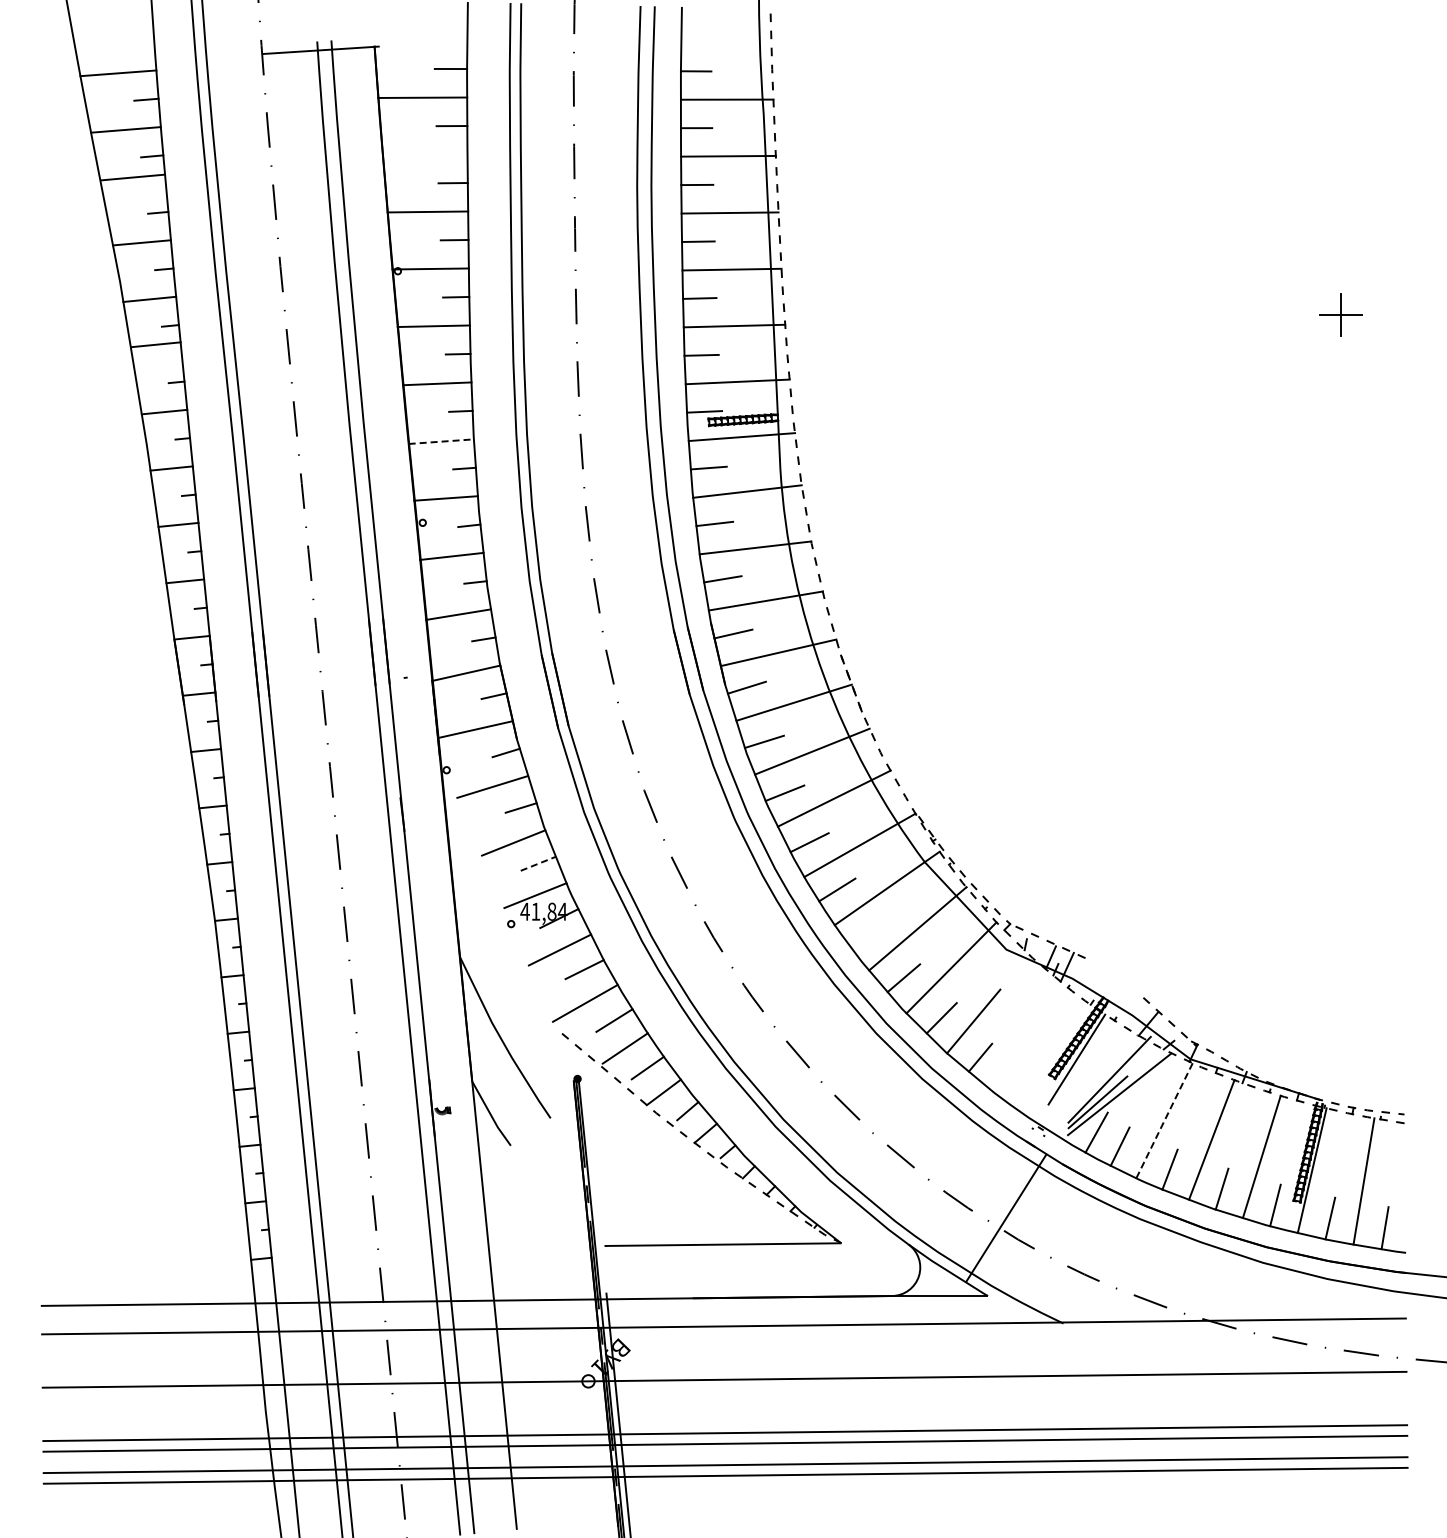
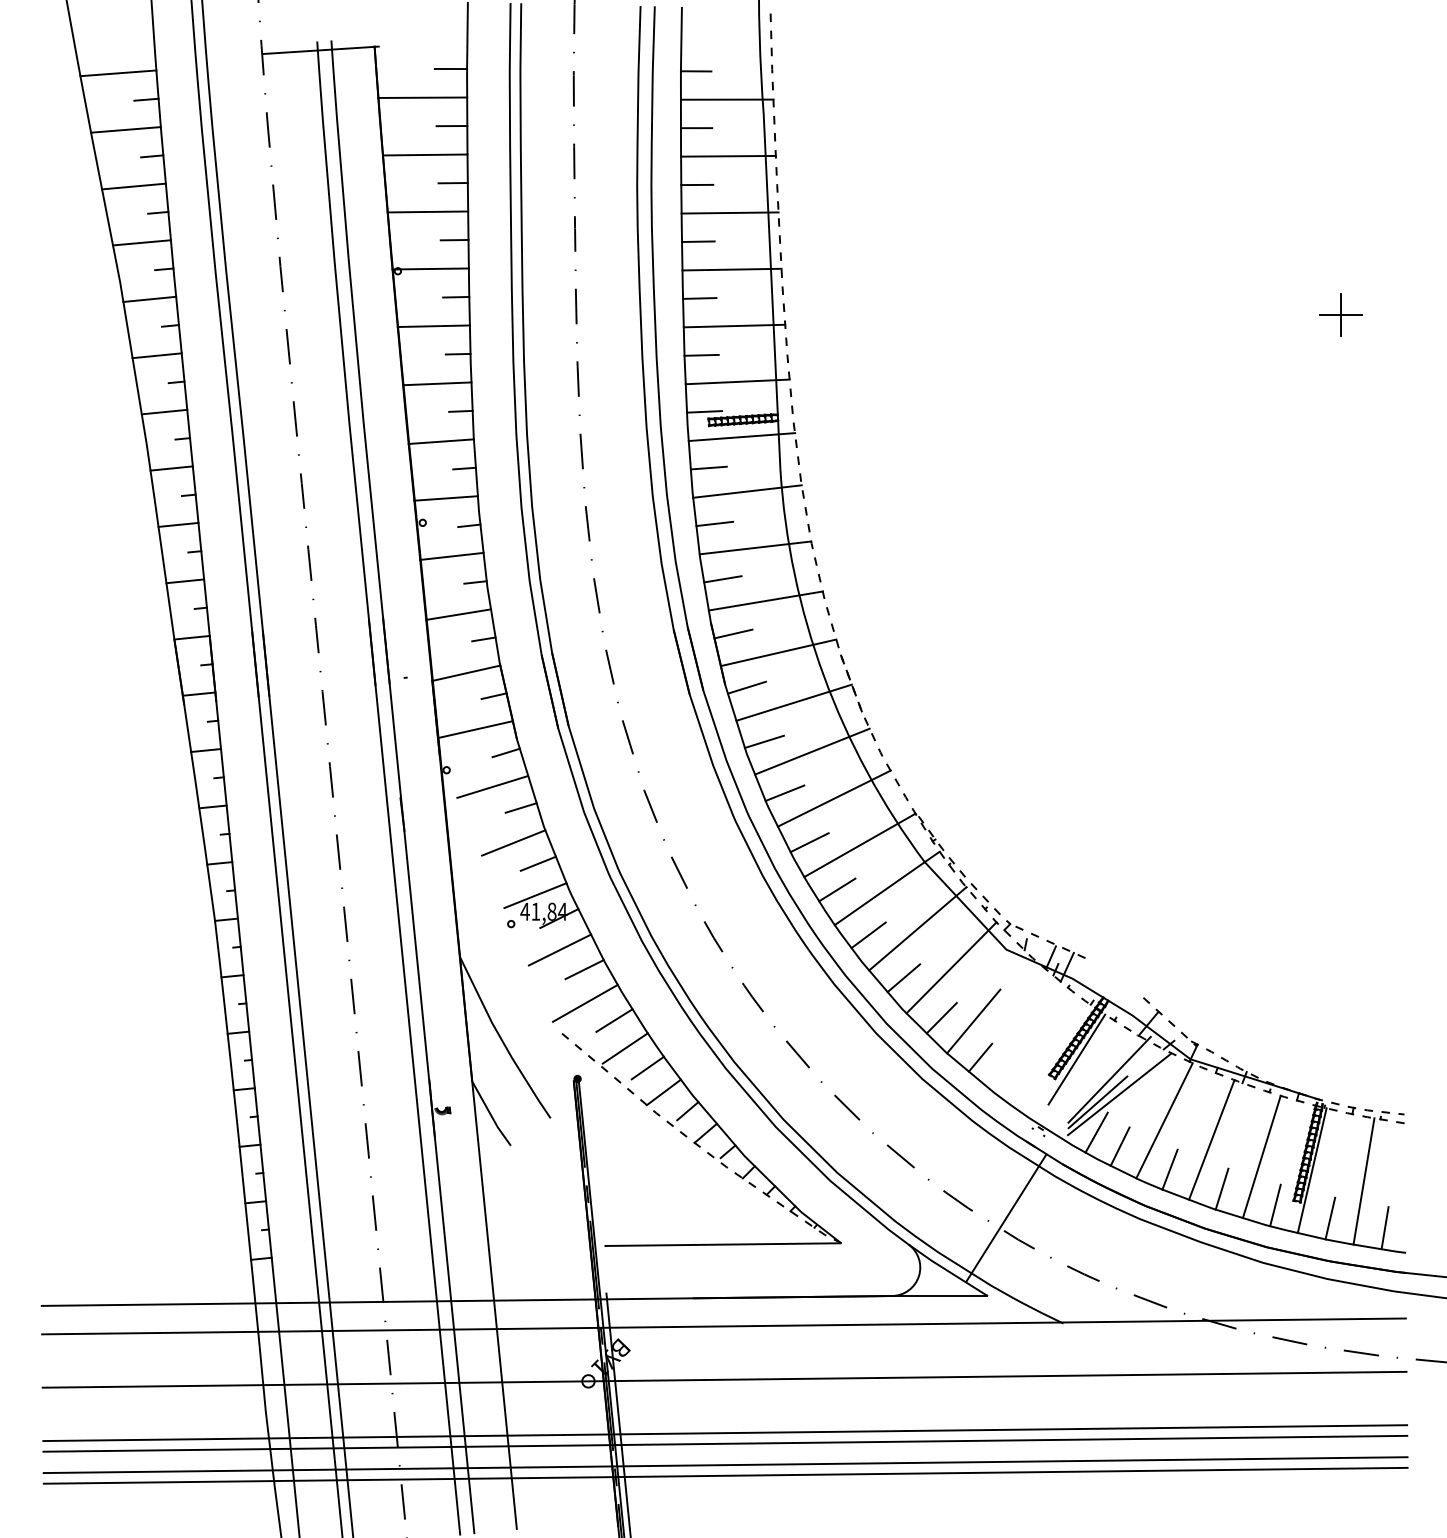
line at (424, 154): none -> present
line at (132, 177) position: (132, 177) -> (133, 186)
line at (155, 344) position: (155, 344) -> (156, 355)
line at (441, 441): dashed -> solid
line at (538, 863): dashed -> solid
line at (868, 935): none -> present
line at (1164, 1121): dashed -> solid
